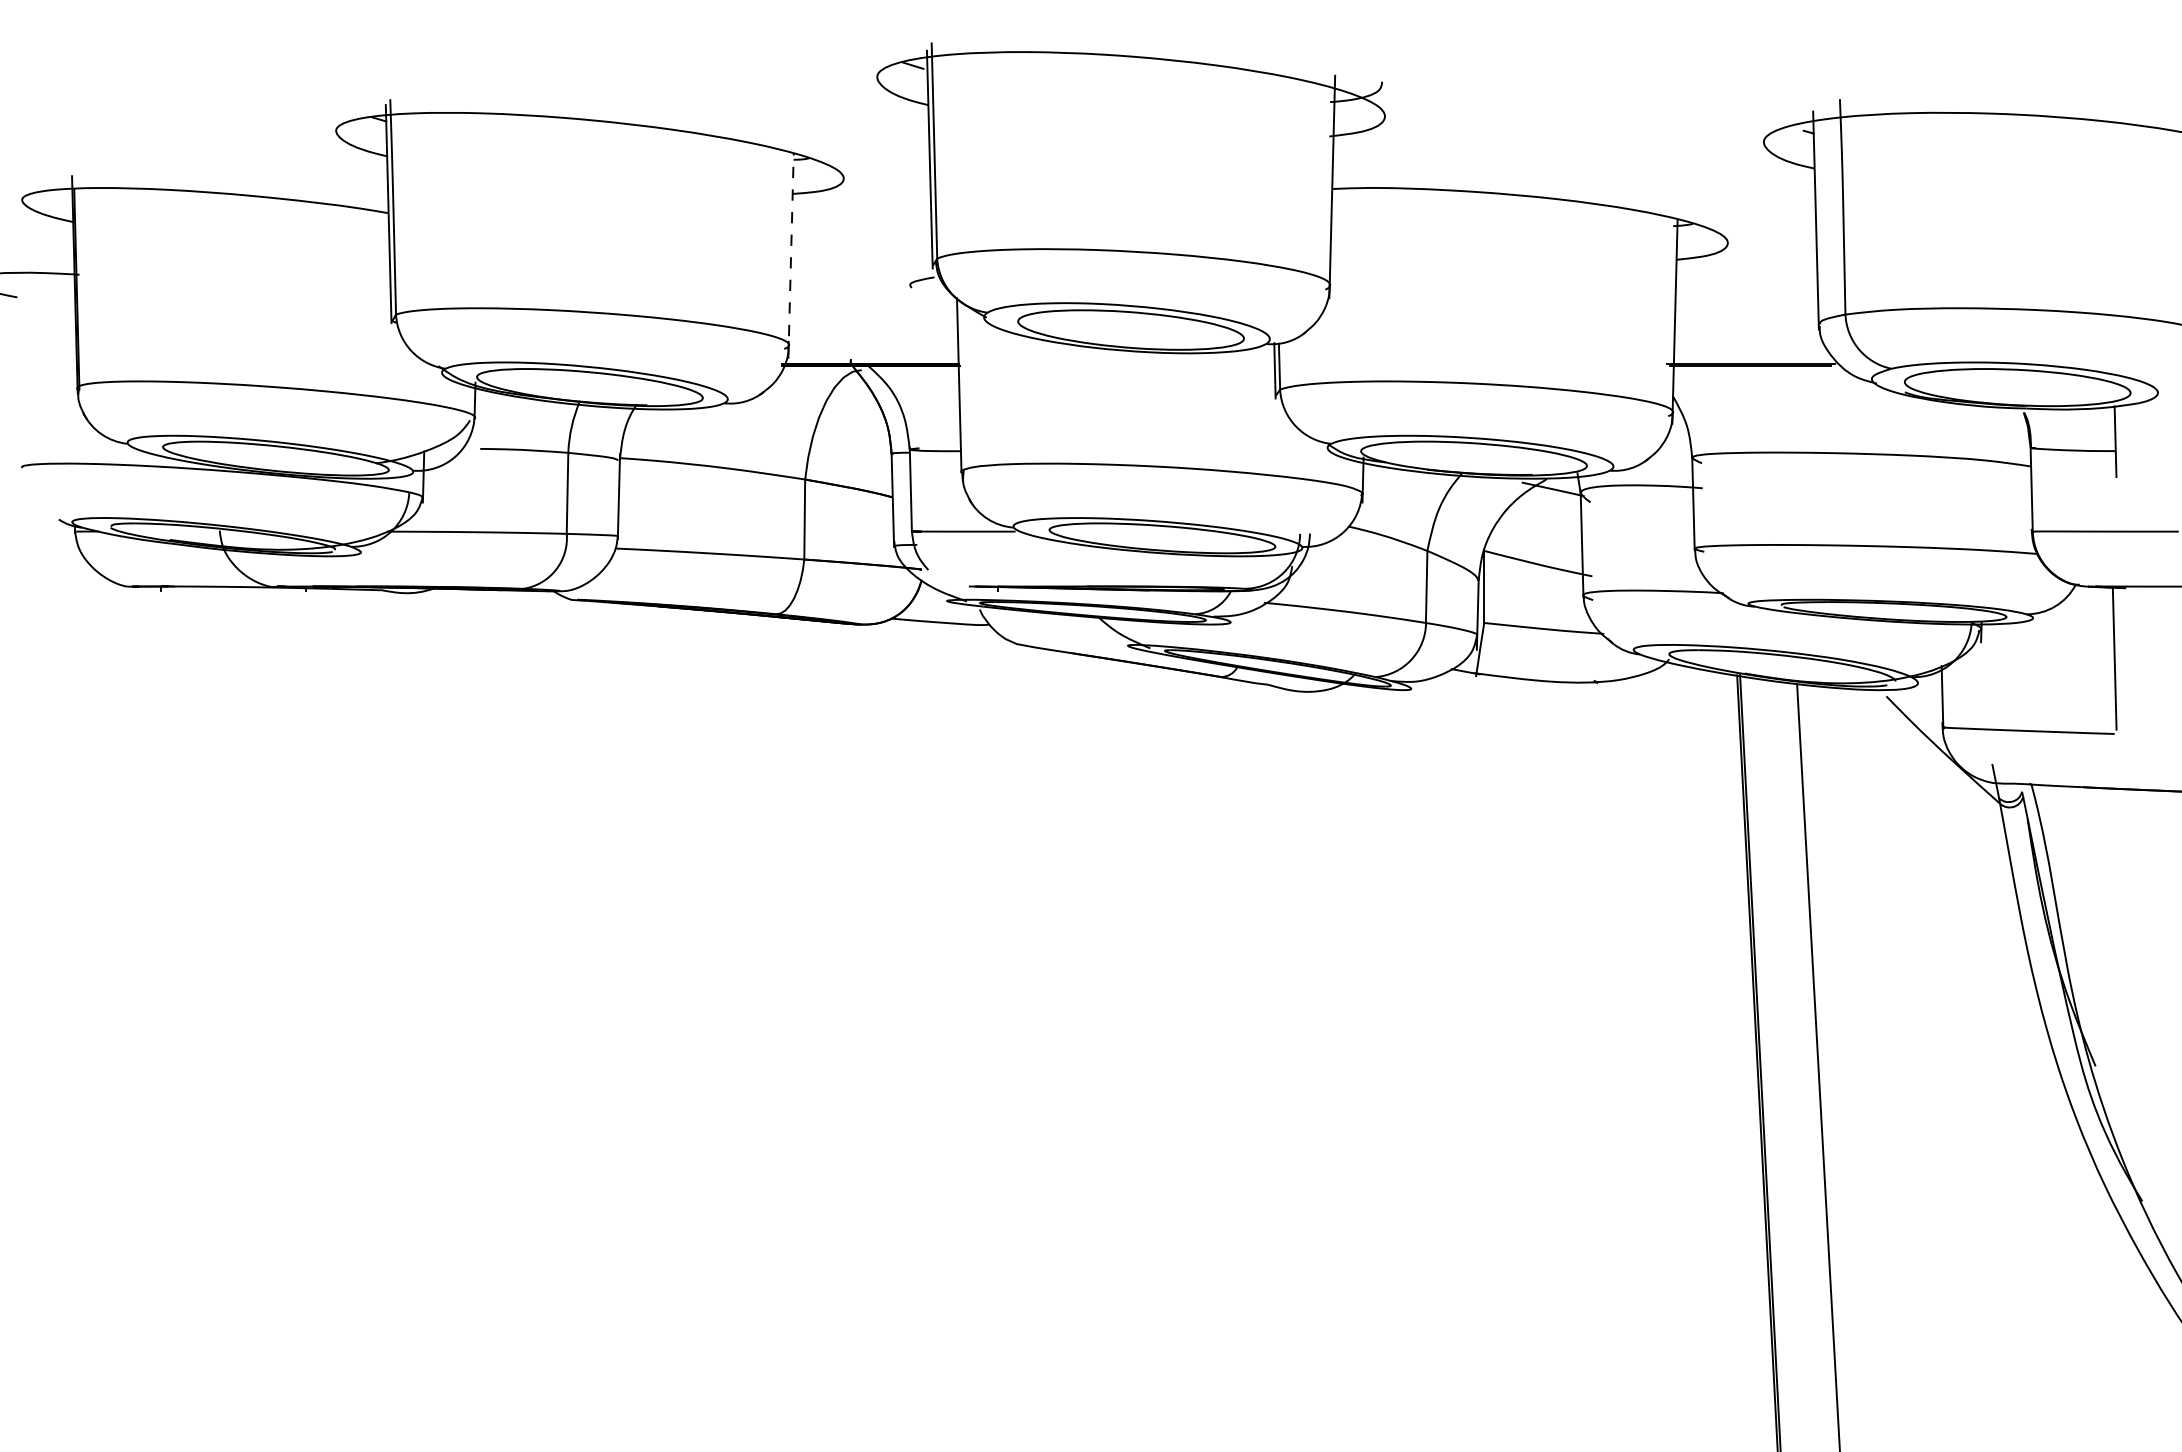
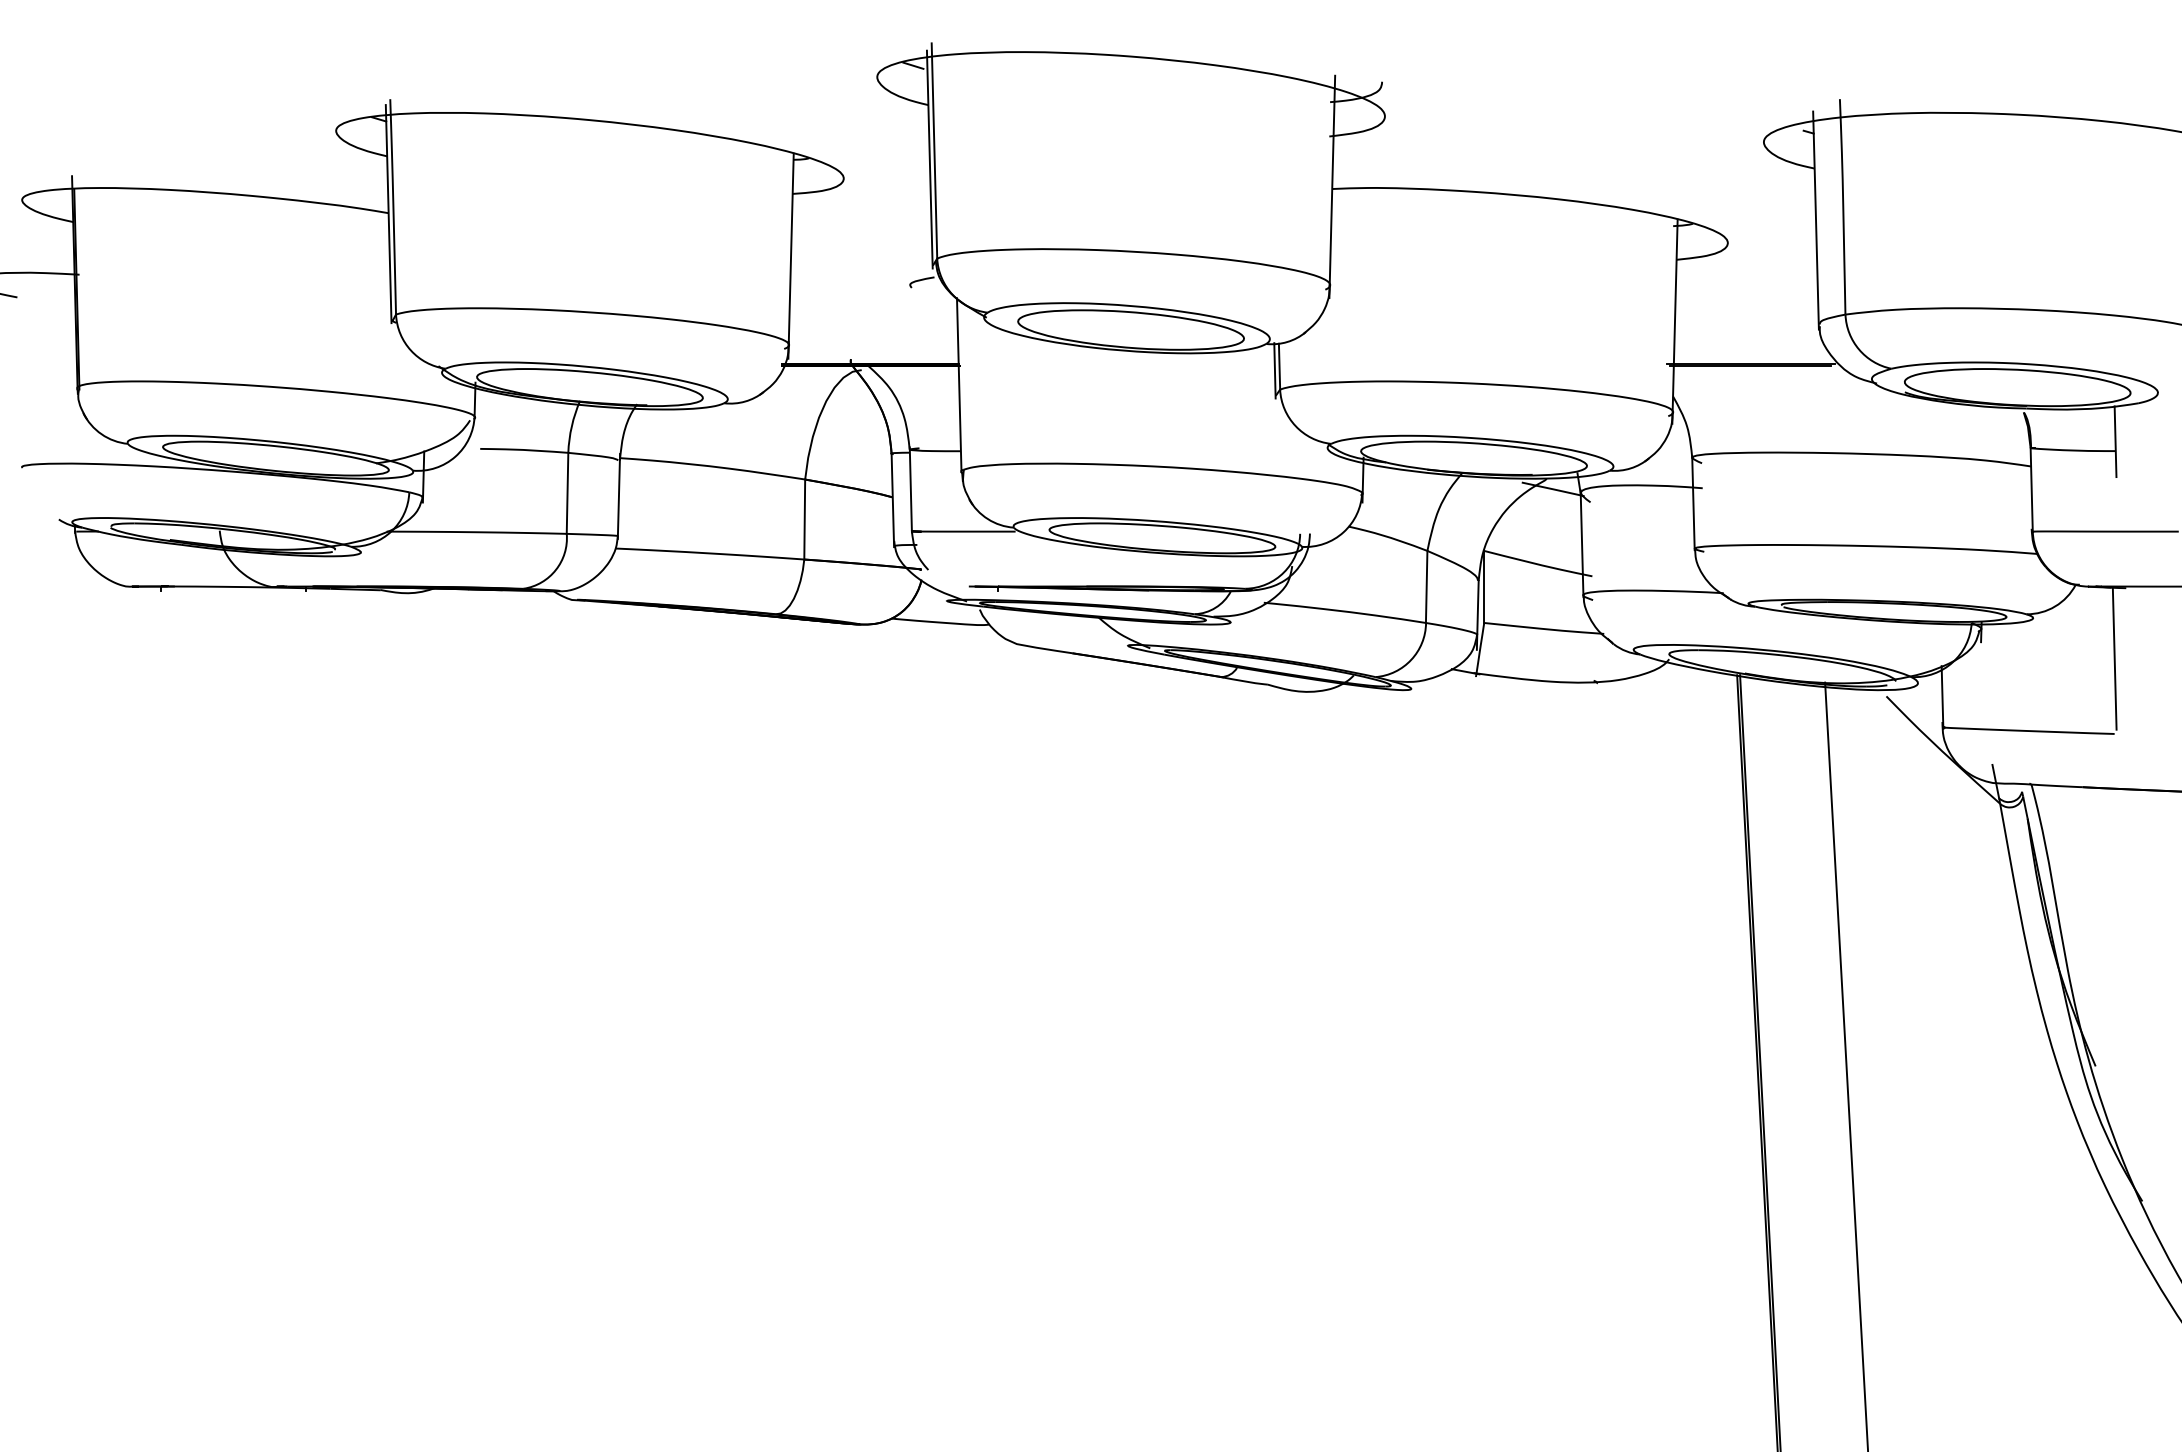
line at (791, 256): dashed -> solid
line at (1818, 1066) position: (1818, 1066) -> (1846, 1065)
